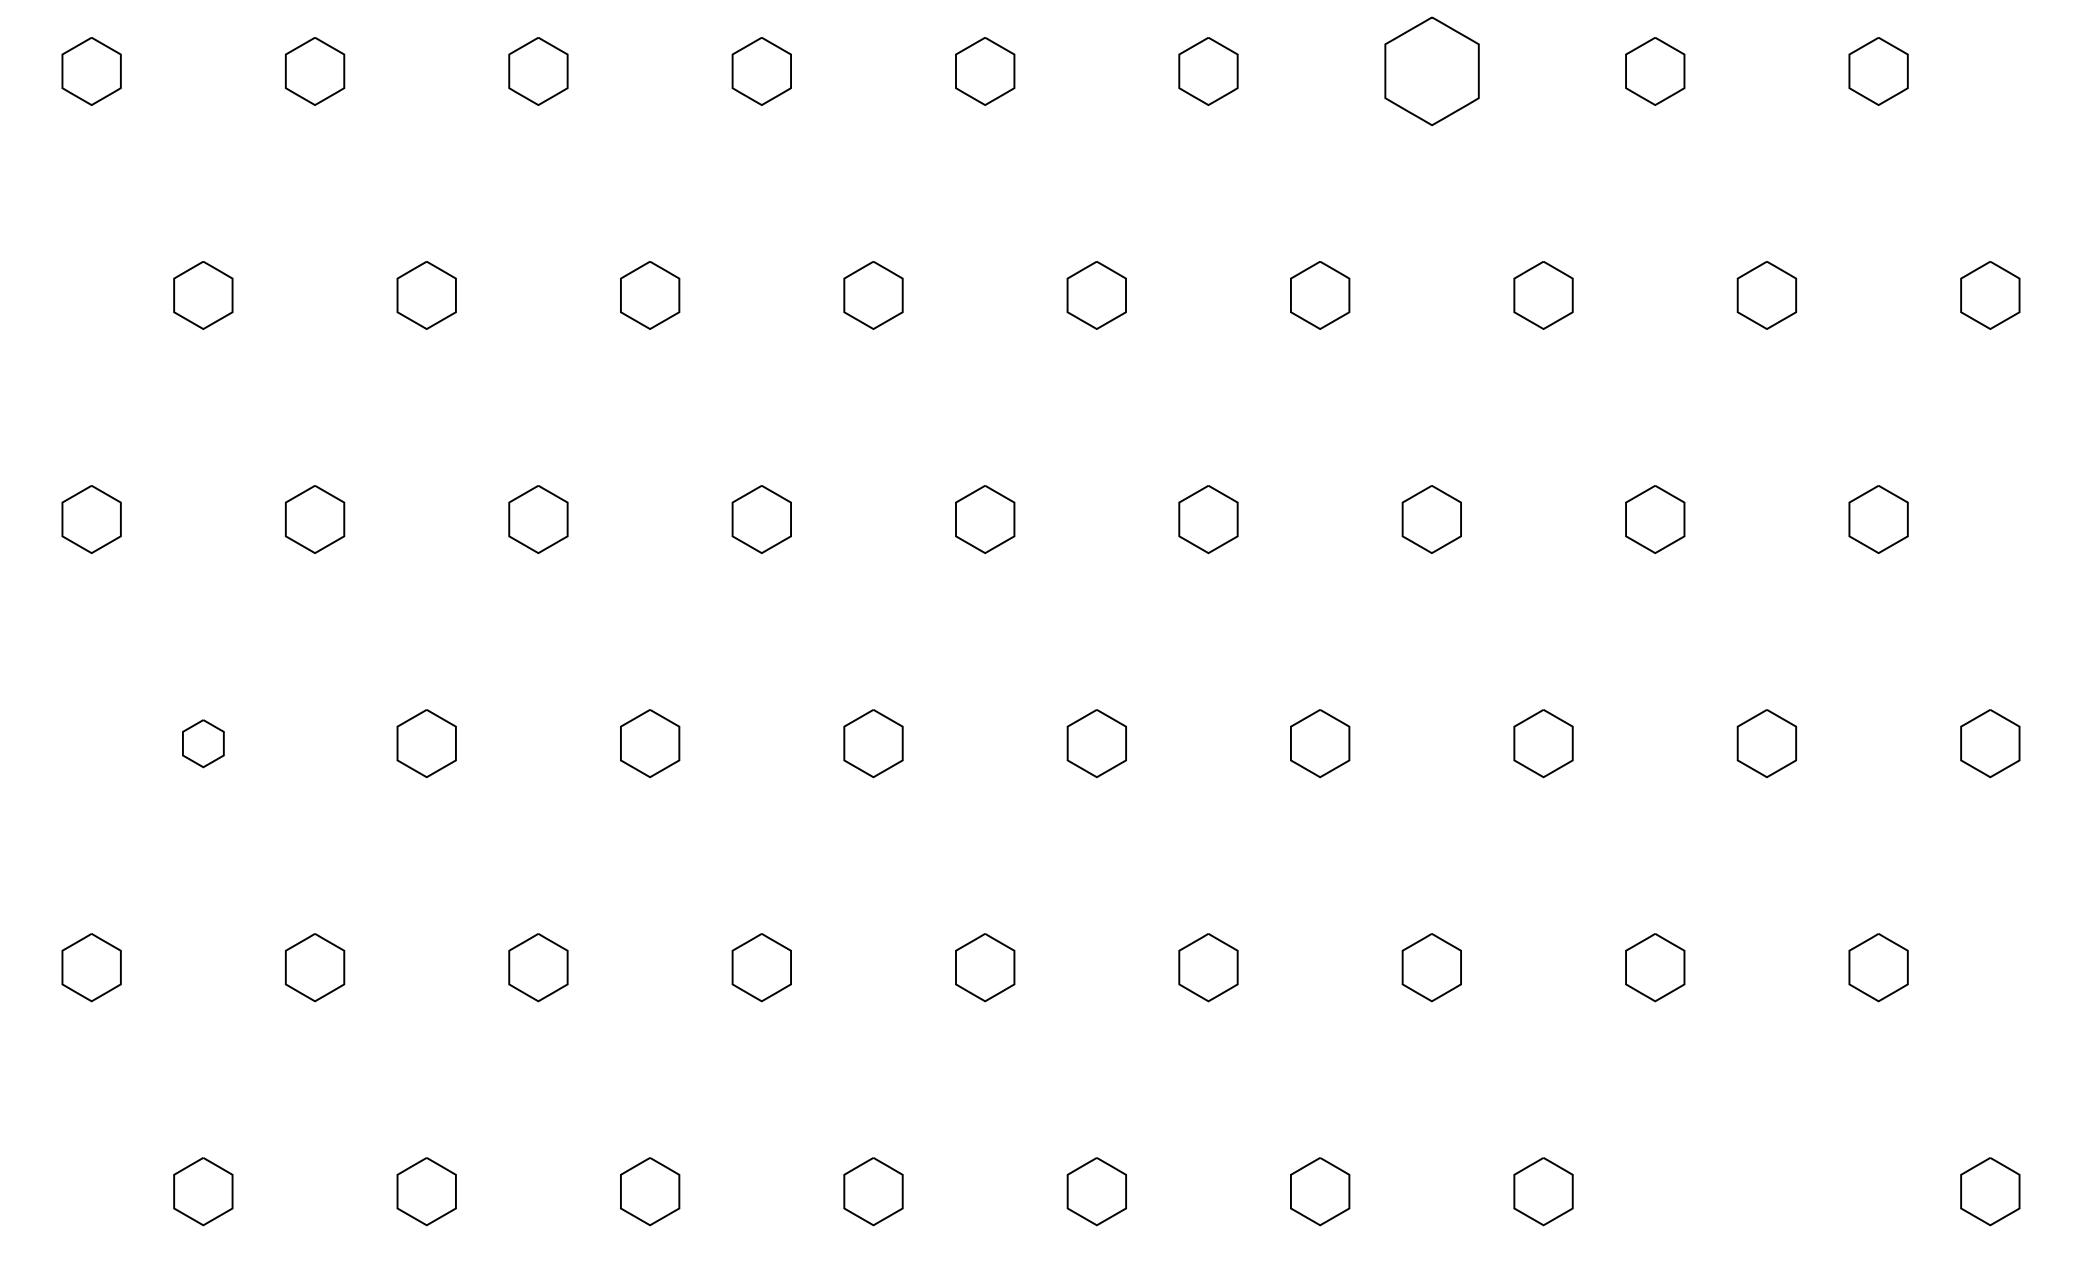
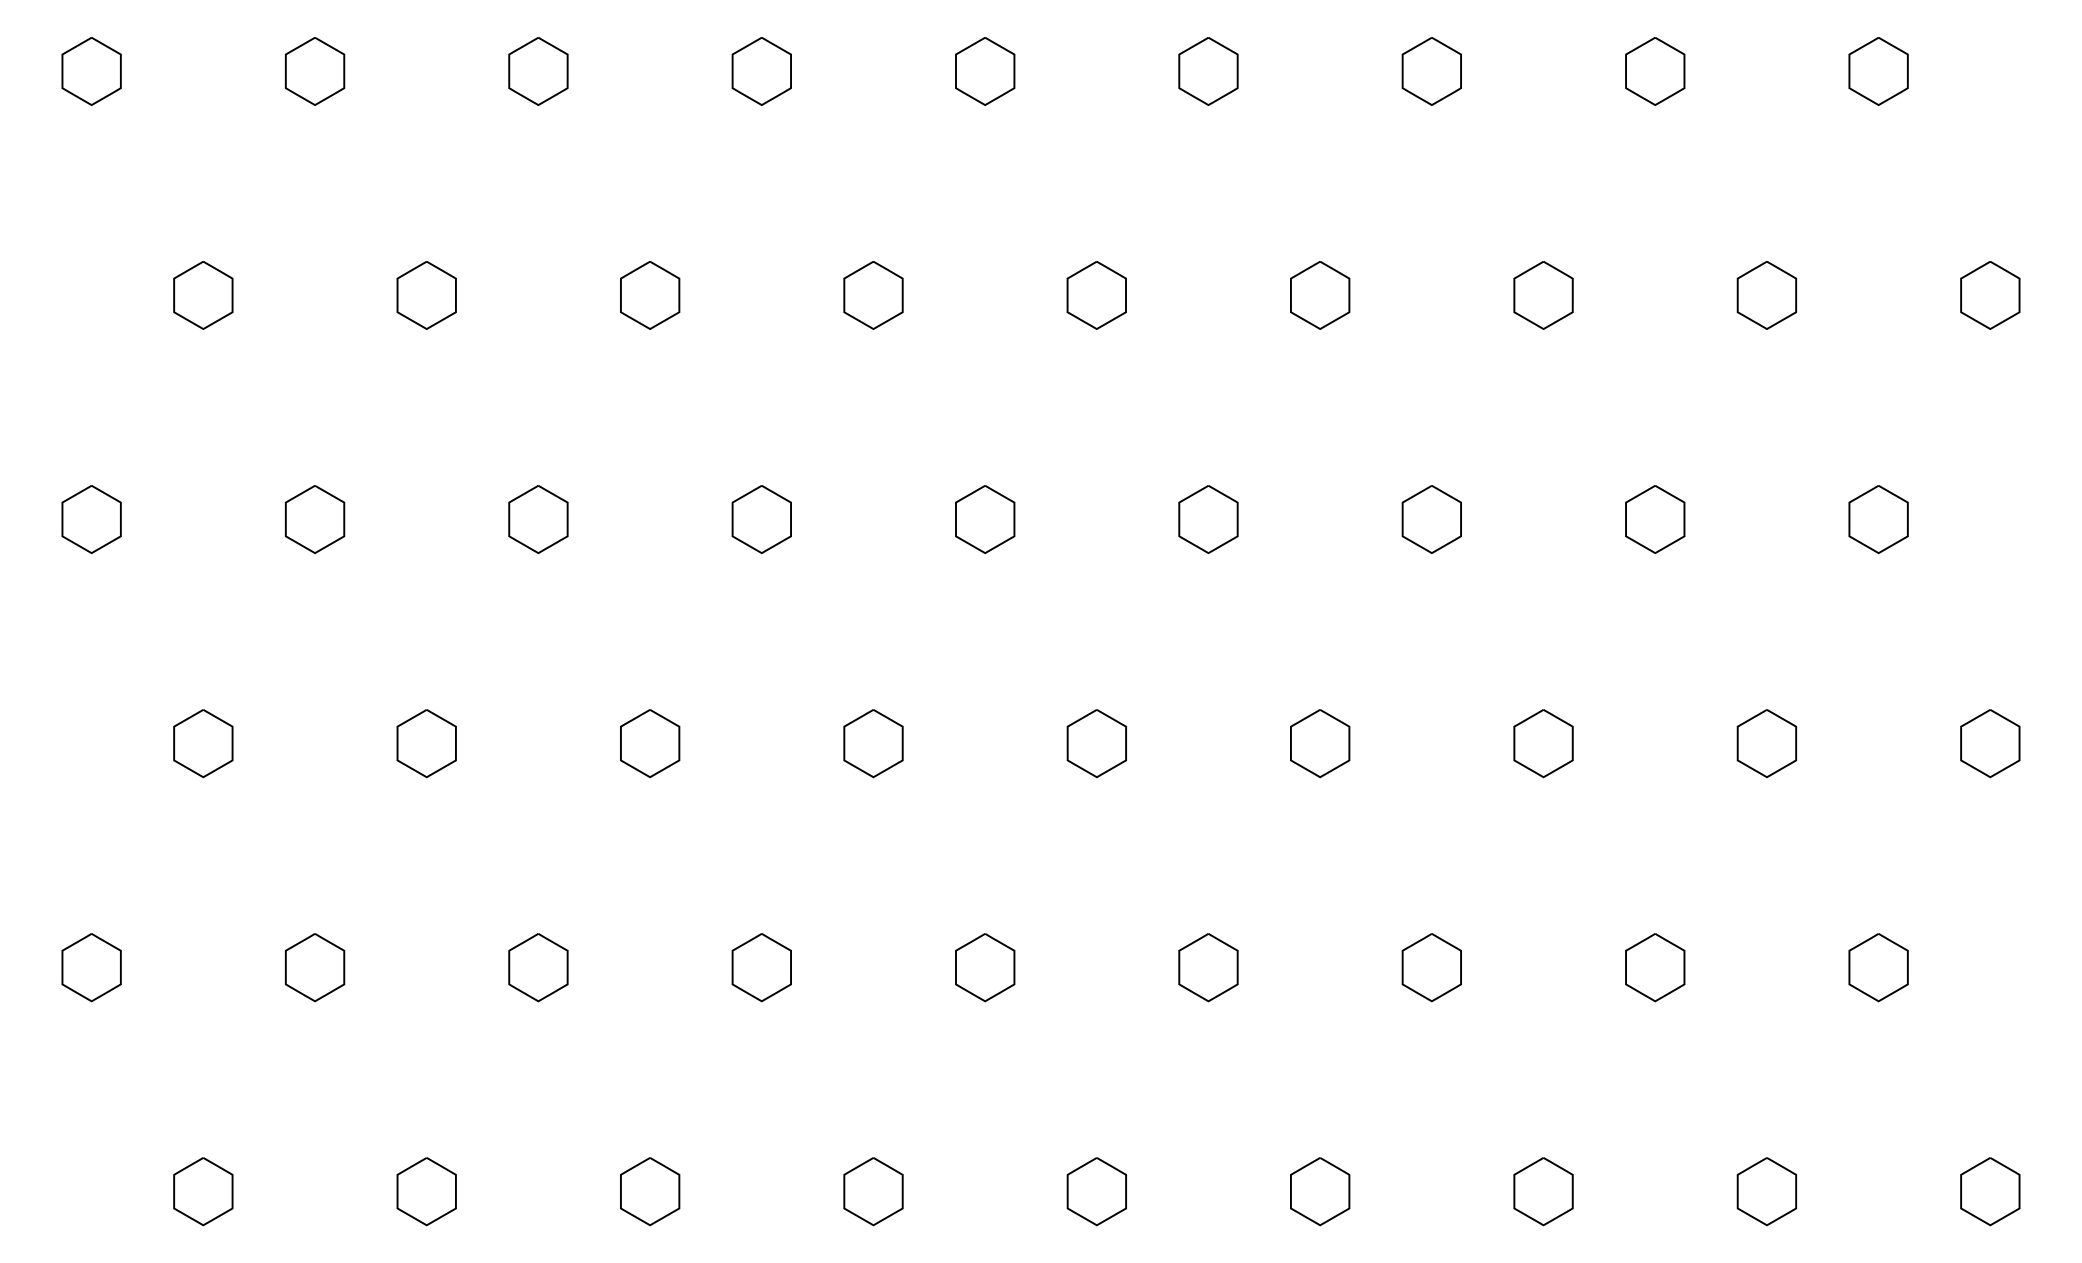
part at (1431, 71) size: 96x111 px -> 61x69 px
part at (203, 743) size: 43x50 px -> 61x70 px
part at (1766, 1191): none -> present
